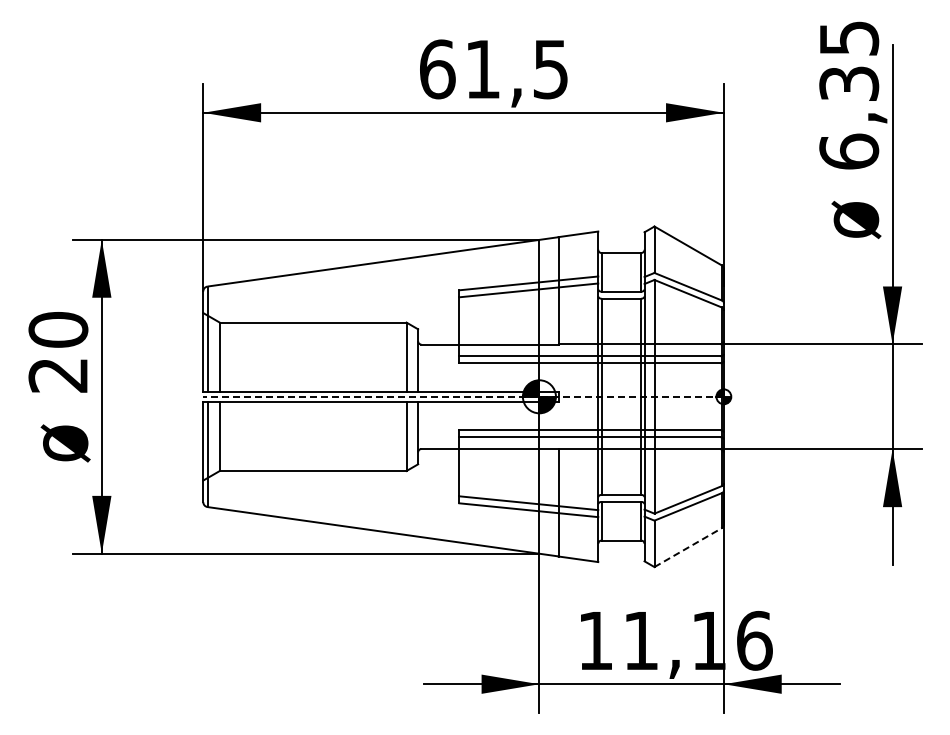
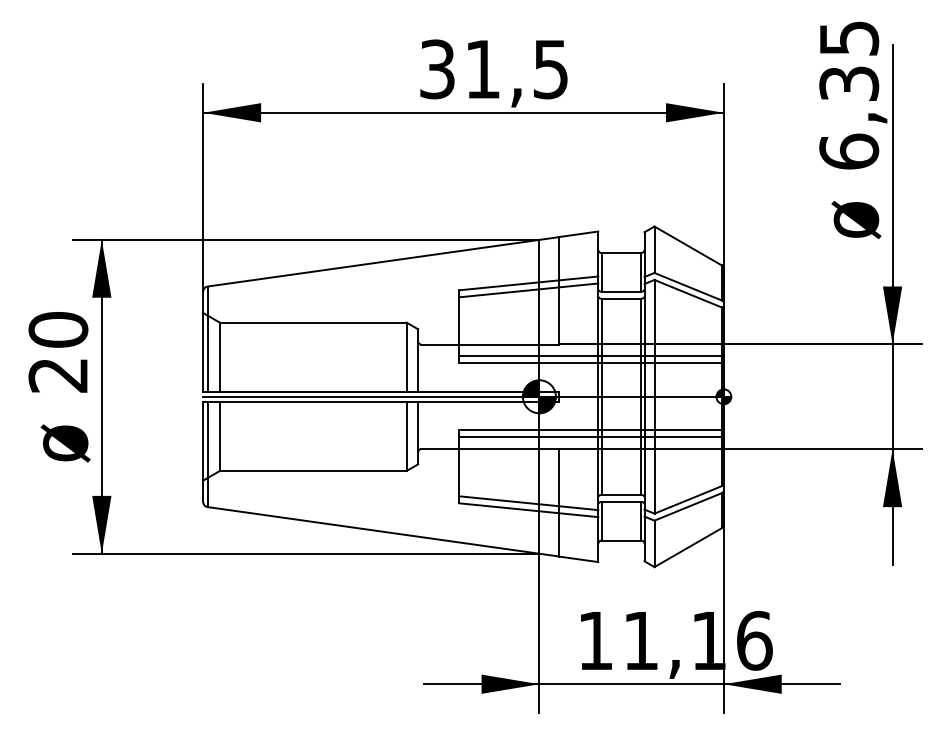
text at (437, 69): 61,5 -> 31,5
line at (463, 396): dashed -> solid
line at (688, 547): dashed -> solid
